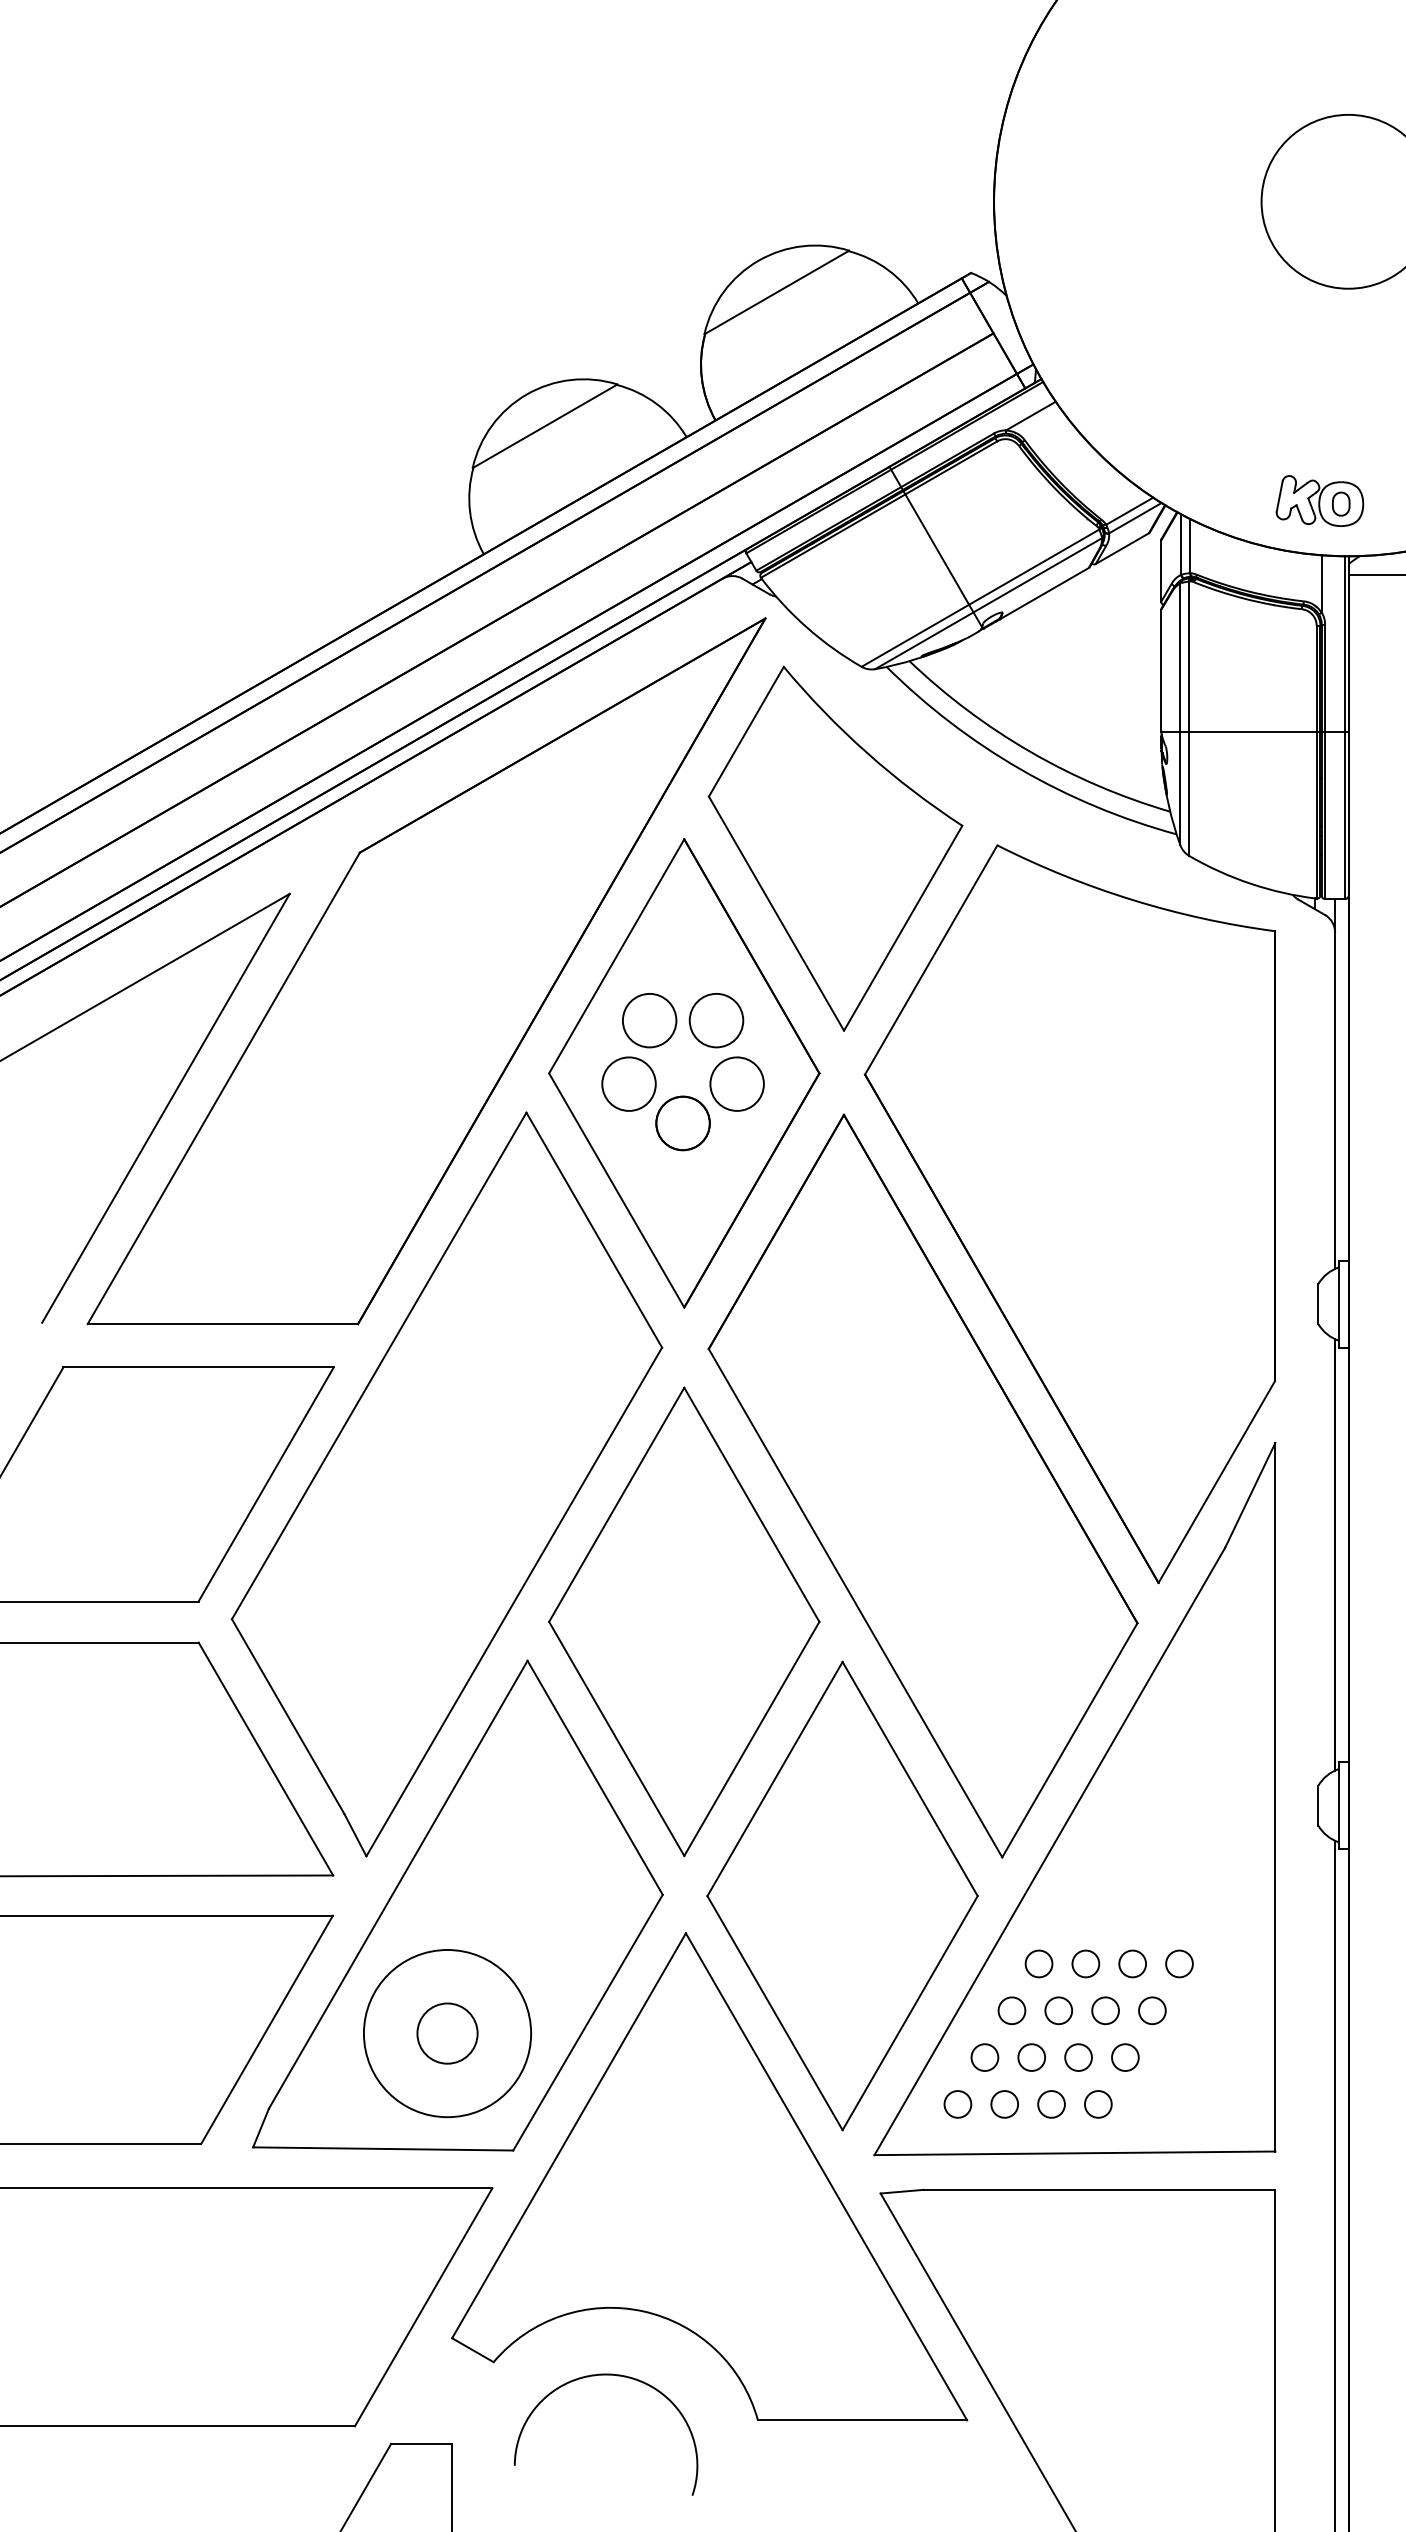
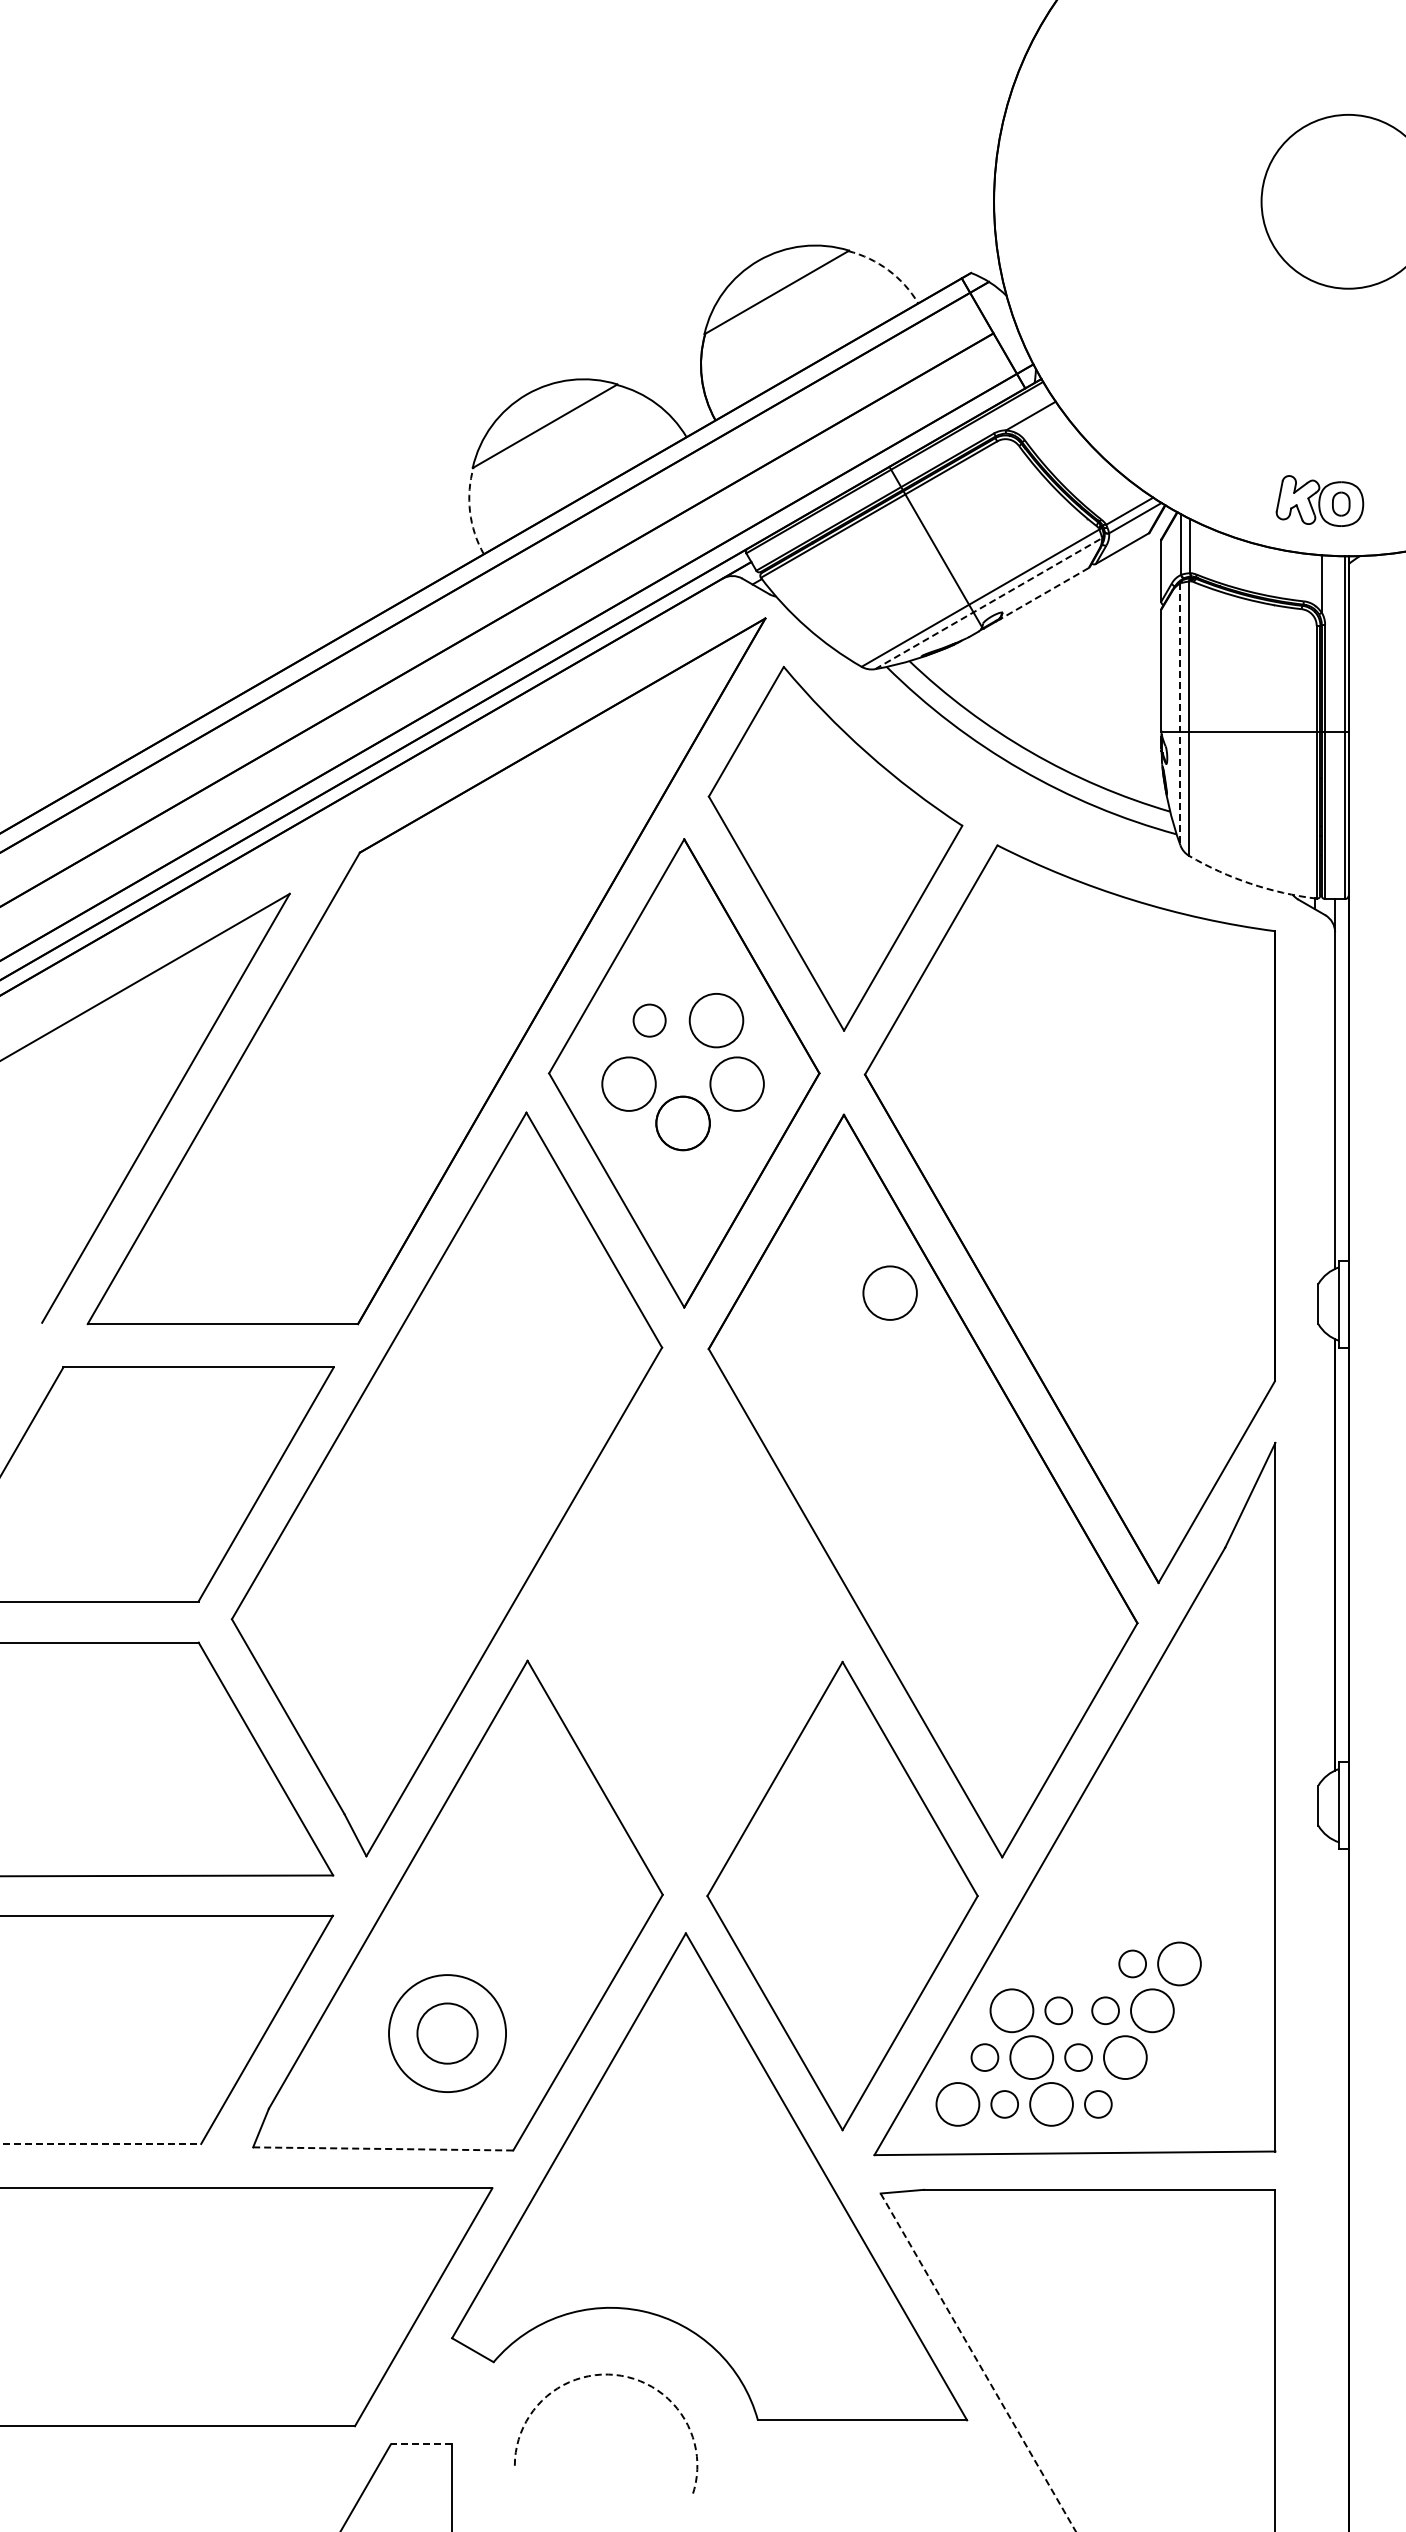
arc at (888, 270): solid -> dashed
arc at (470, 511): solid -> dashed
line at (1375, 575): present -> none
line at (1044, 593): solid -> dashed
line at (989, 603): solid -> dashed
line at (1180, 714): solid -> dashed
arc at (1250, 883): solid -> dashed
circle at (649, 1020) diameter: 54 px -> 32 px
circle at (889, 1292): none -> present
part at (684, 1621): present -> none
circle at (1038, 1963): present -> none
circle at (1085, 1963): present -> none
circle at (1179, 1963) diameter: 27 px -> 43 px
circle at (1011, 2010) diameter: 27 px -> 43 px
circle at (1152, 2010) diameter: 27 px -> 43 px
circle at (447, 2033) diameter: 167 px -> 117 px
circle at (1031, 2057) diameter: 27 px -> 43 px
circle at (1125, 2057) diameter: 27 px -> 43 px
circle at (957, 2104) diameter: 27 px -> 43 px
circle at (1051, 2104) diameter: 27 px -> 43 px
line at (101, 2143): solid -> dashed
line at (383, 2148): solid -> dashed
line at (1335, 2184): present -> none
line at (978, 2363): solid -> dashed
arc at (621, 2375): solid -> dashed
line at (421, 2444): solid -> dashed
